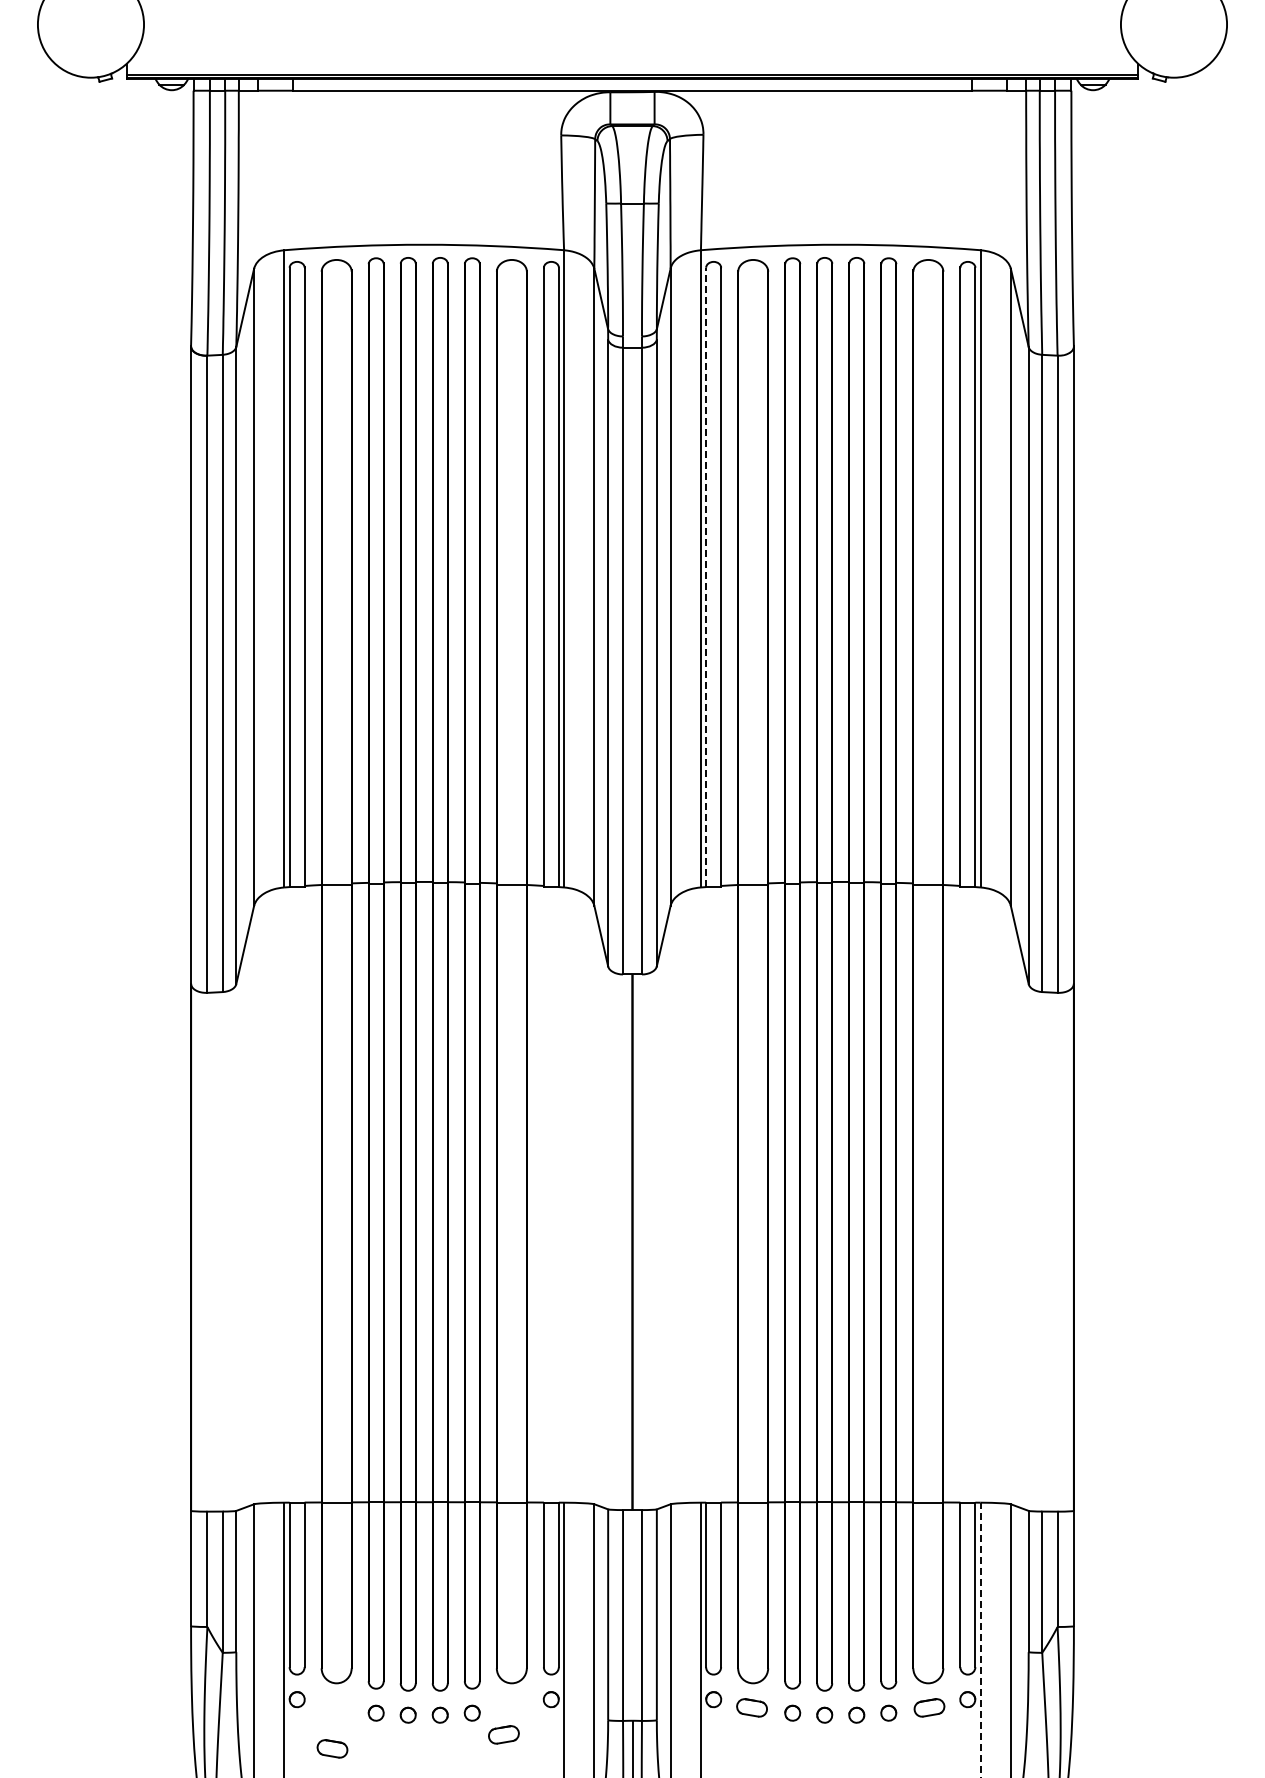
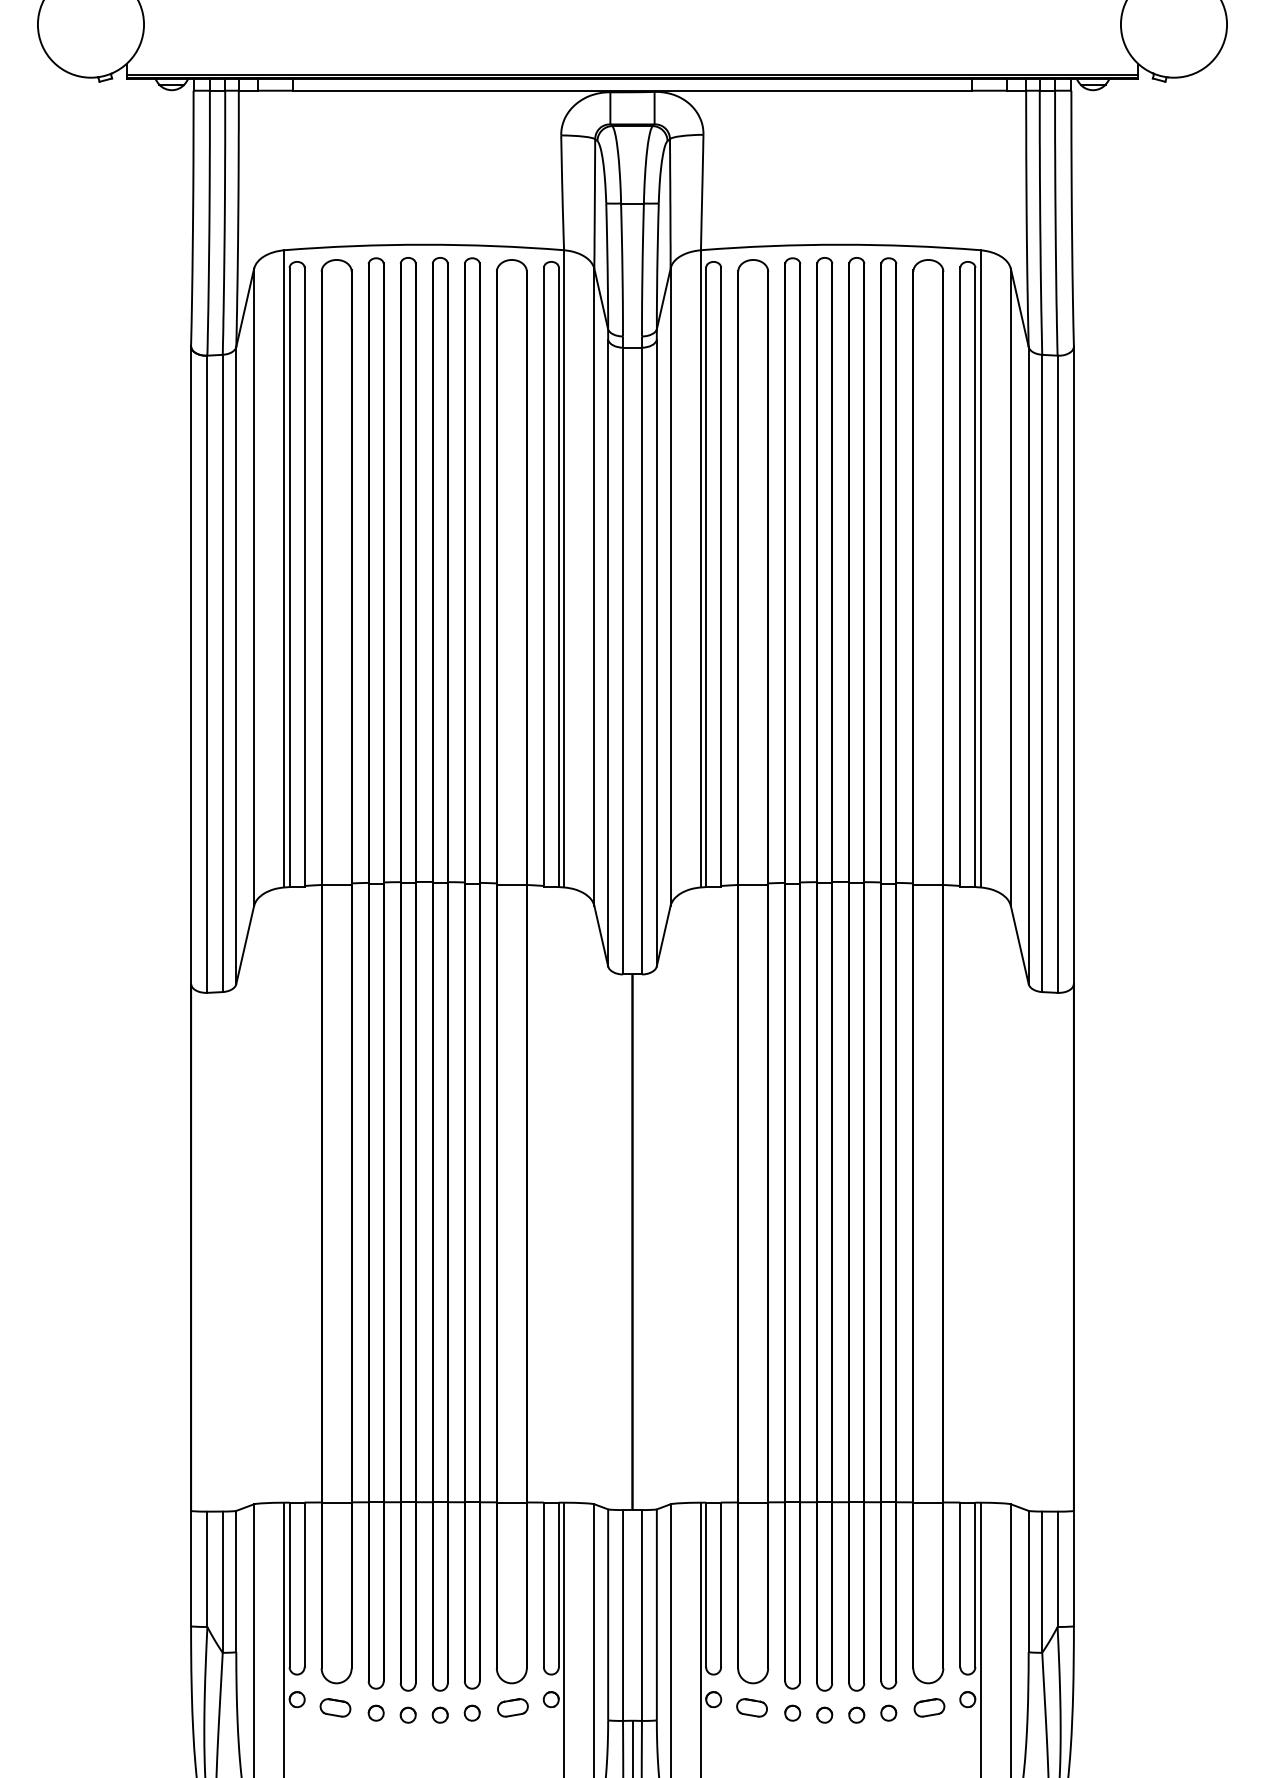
line at (706, 577): dashed -> solid
line at (980, 1639): dashed -> solid
part at (503, 1734) position: (503, 1734) -> (512, 1707)
part at (332, 1748) position: (332, 1748) -> (335, 1707)
